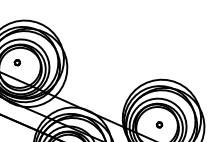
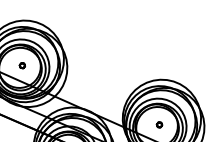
part at (16, 62) position: (16, 62) -> (21, 65)
